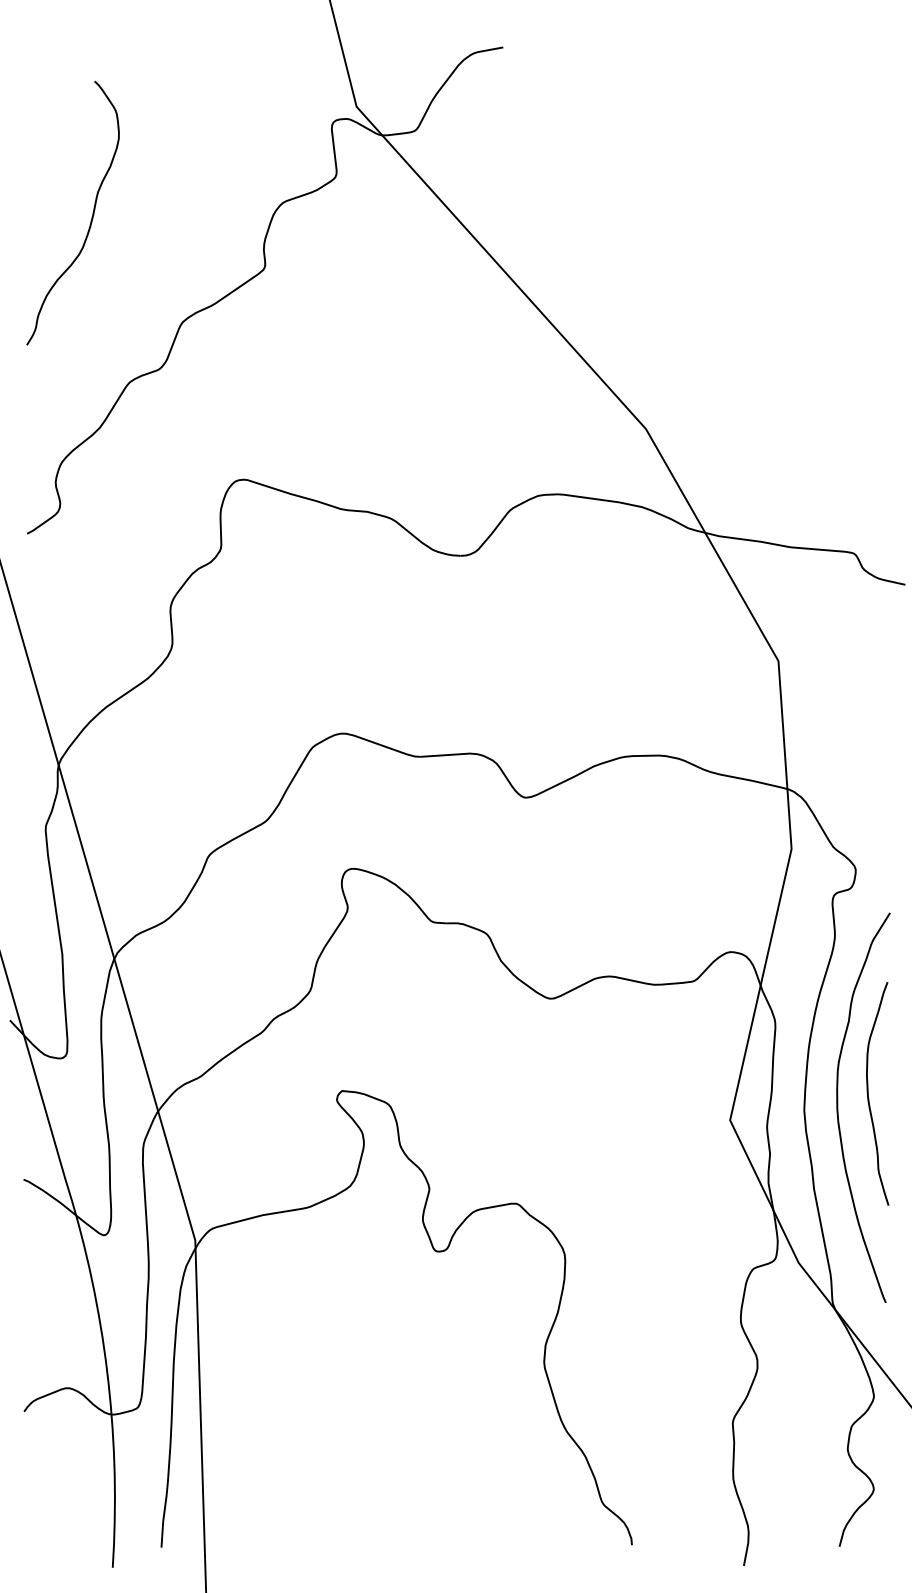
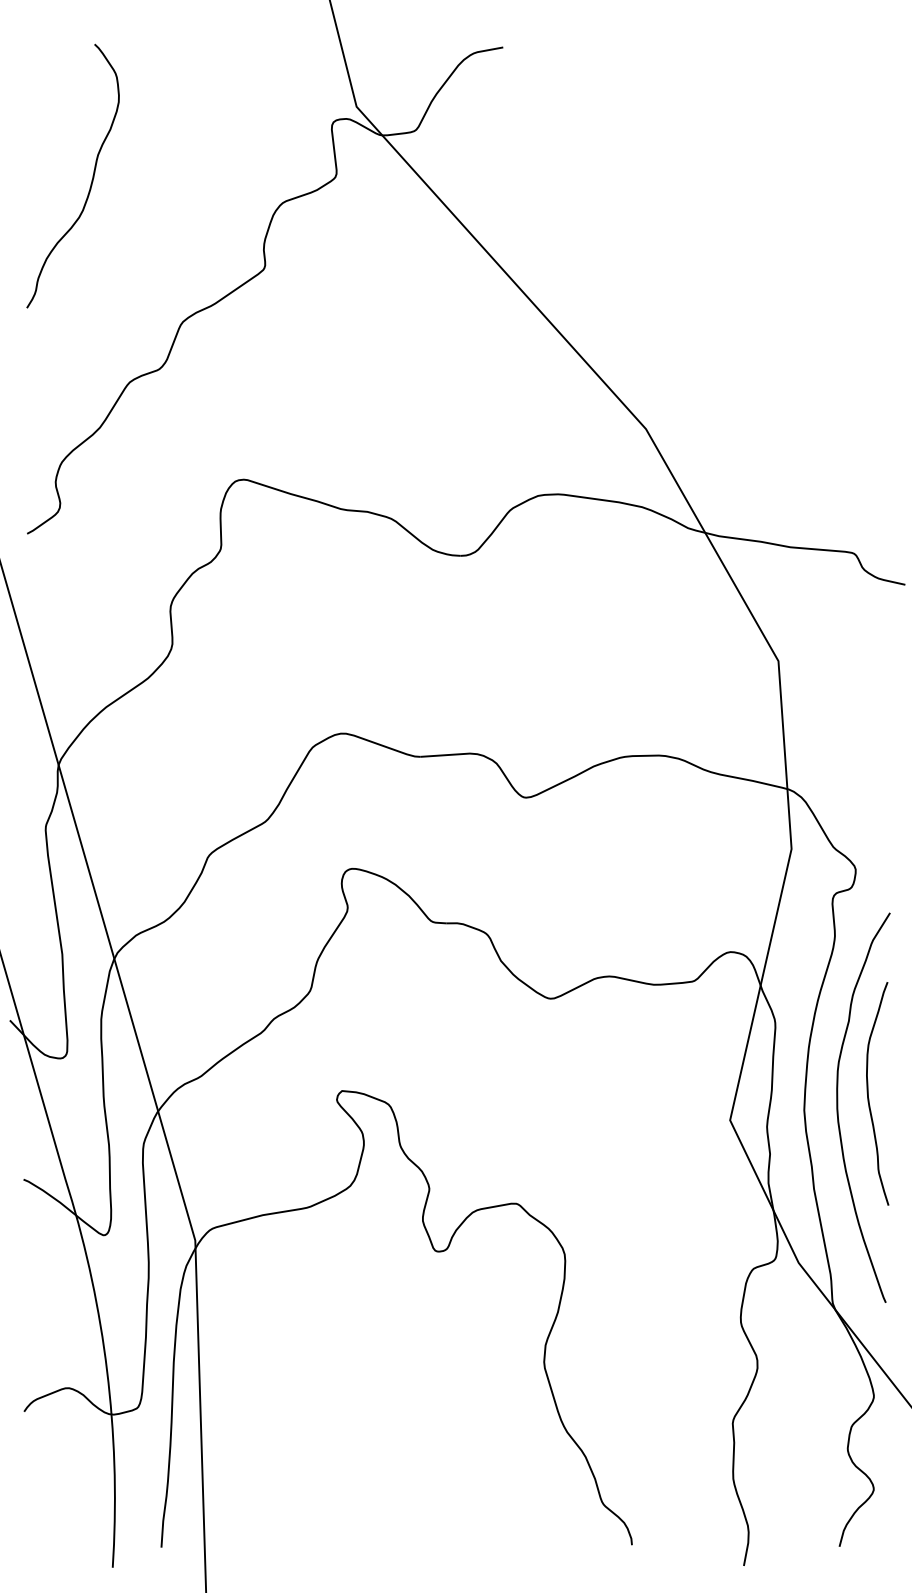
curve at (91, 217) position: (91, 217) -> (91, 180)
